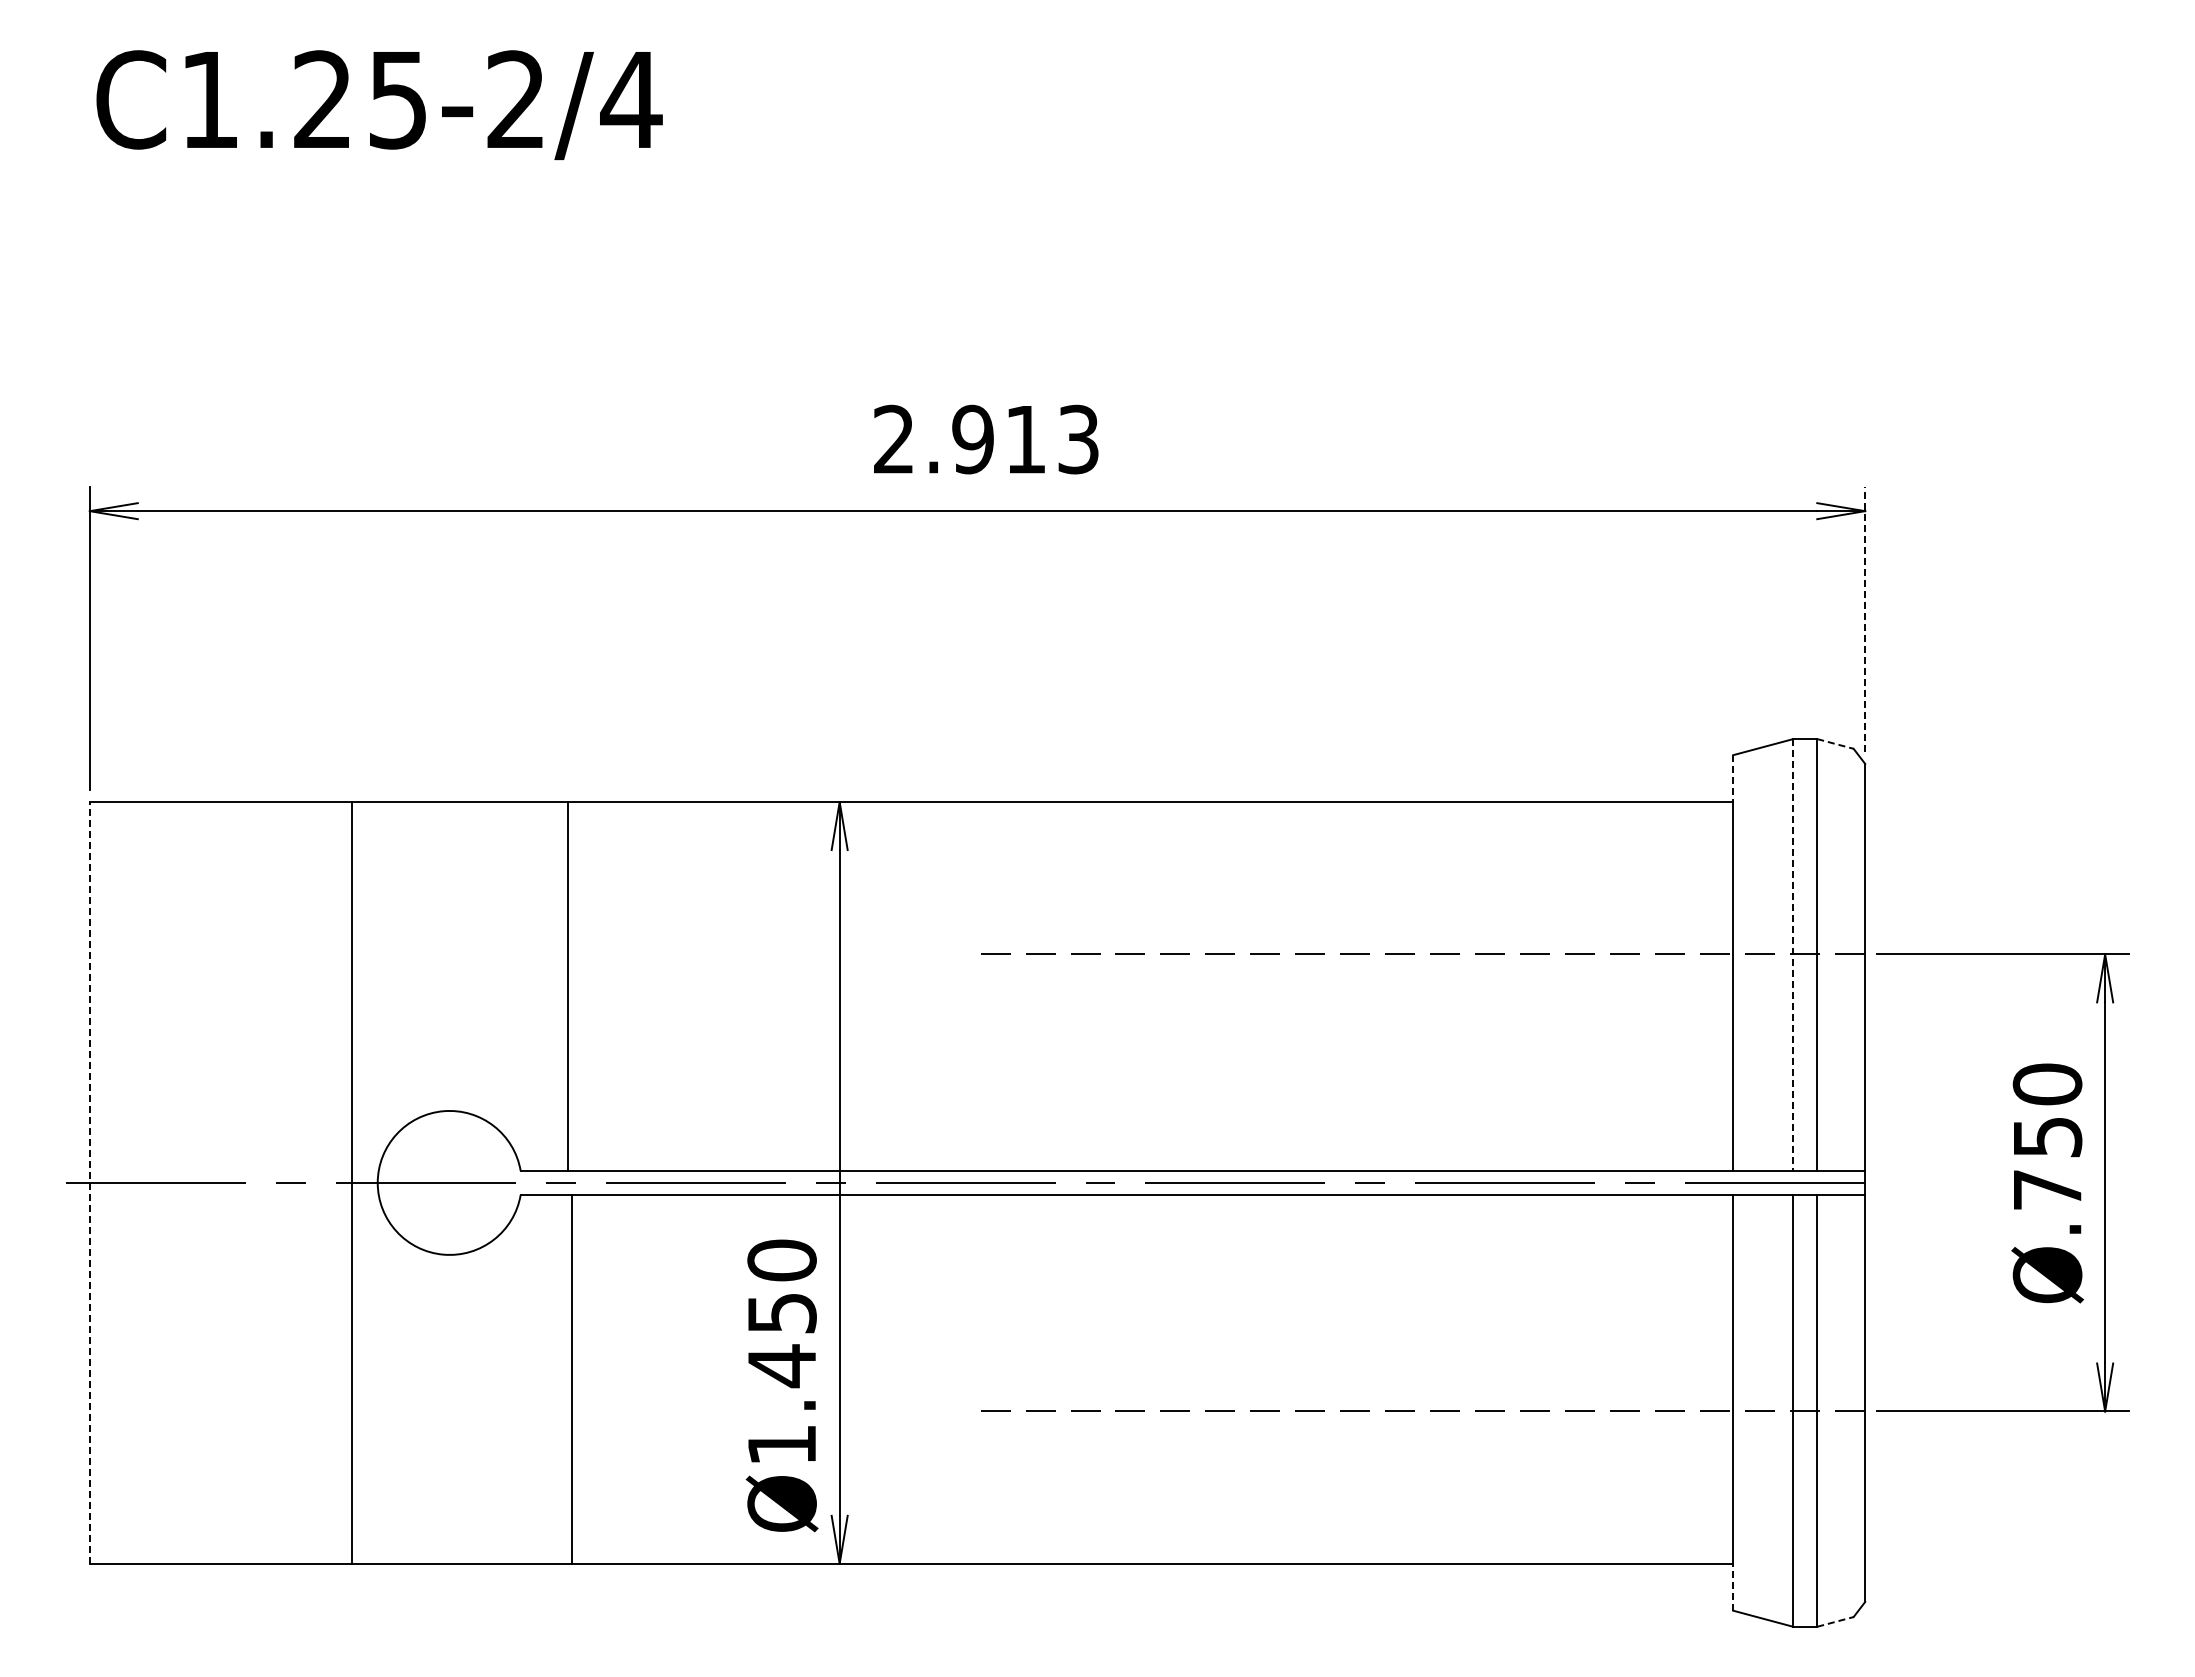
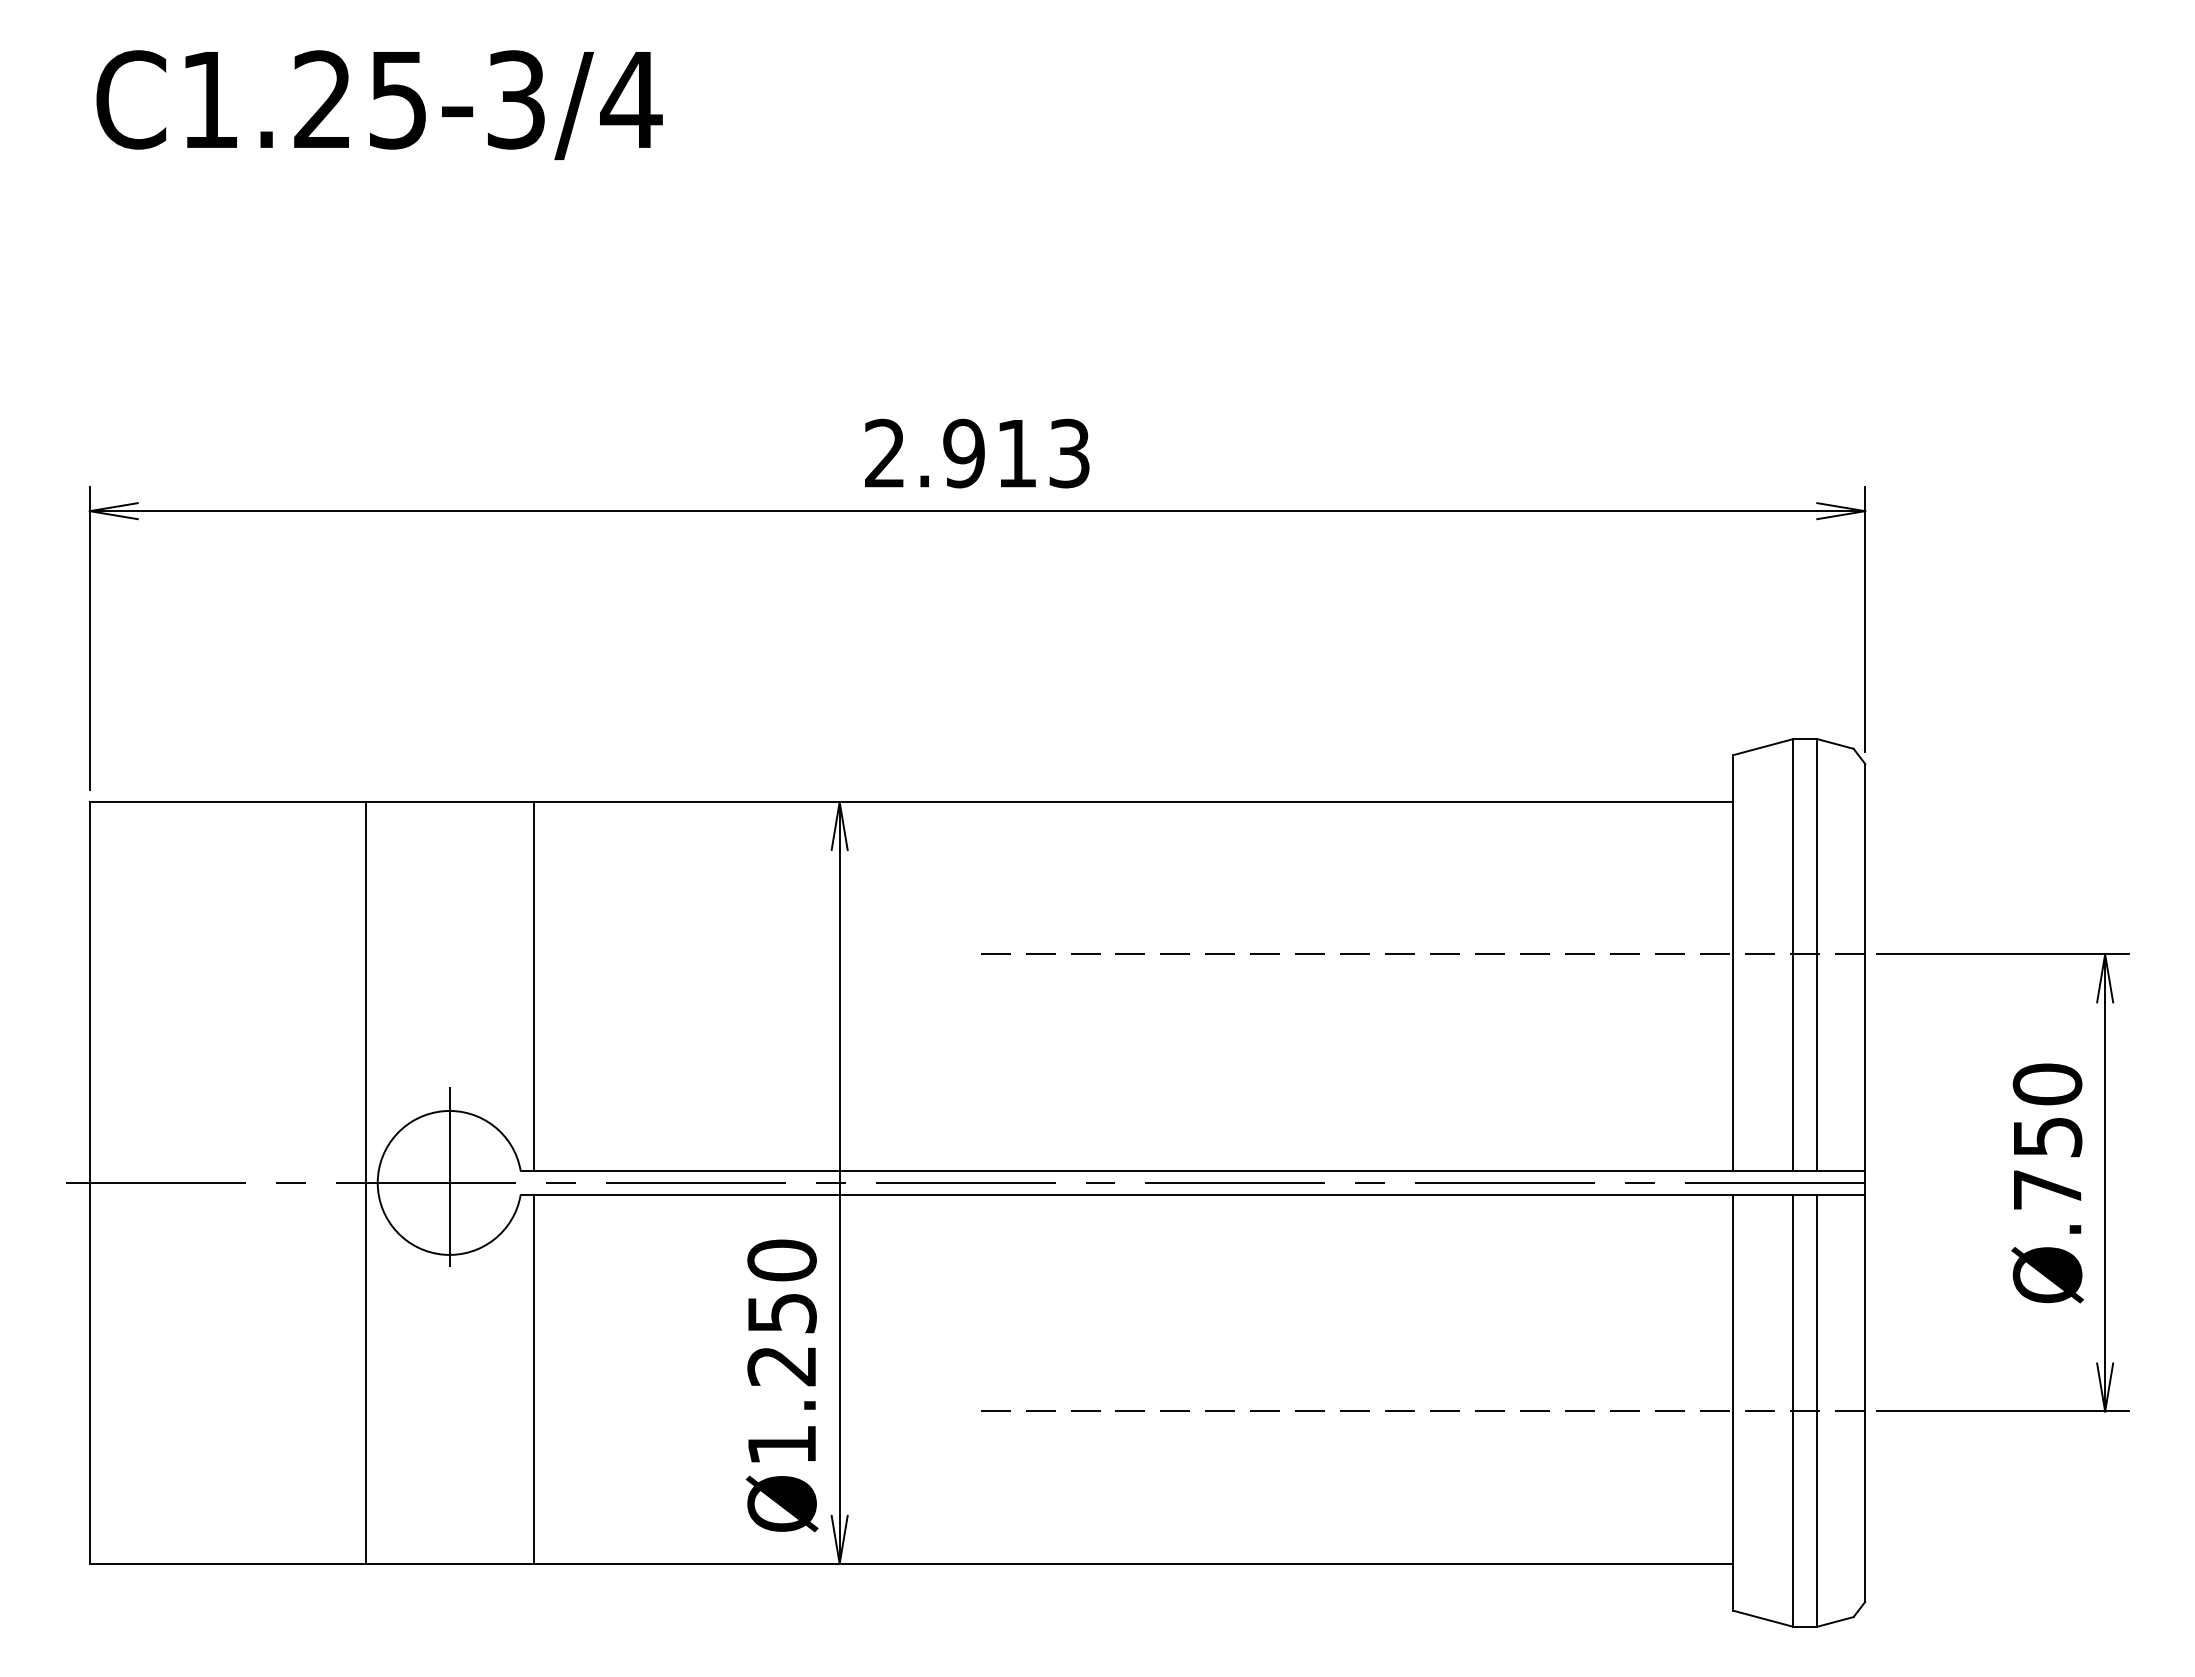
text at (515, 99): C1.25-2/4 -> C1.25-3/4
text at (986, 439) position: (986, 439) -> (977, 453)
line at (1865, 619): dashed -> solid
line at (1835, 743): dashed -> solid
line at (1733, 779): dashed -> solid
line at (1793, 955): dashed -> solid
line at (567, 986) position: (567, 986) -> (533, 986)
line at (89, 1182): dashed -> solid
line at (351, 1182) position: (351, 1182) -> (365, 1182)
line at (449, 1182): none -> present
text at (781, 1366): 1.450 -> 1.250
line at (571, 1378) position: (571, 1378) -> (533, 1378)
line at (1733, 1586): dashed -> solid
line at (1835, 1621): dashed -> solid
